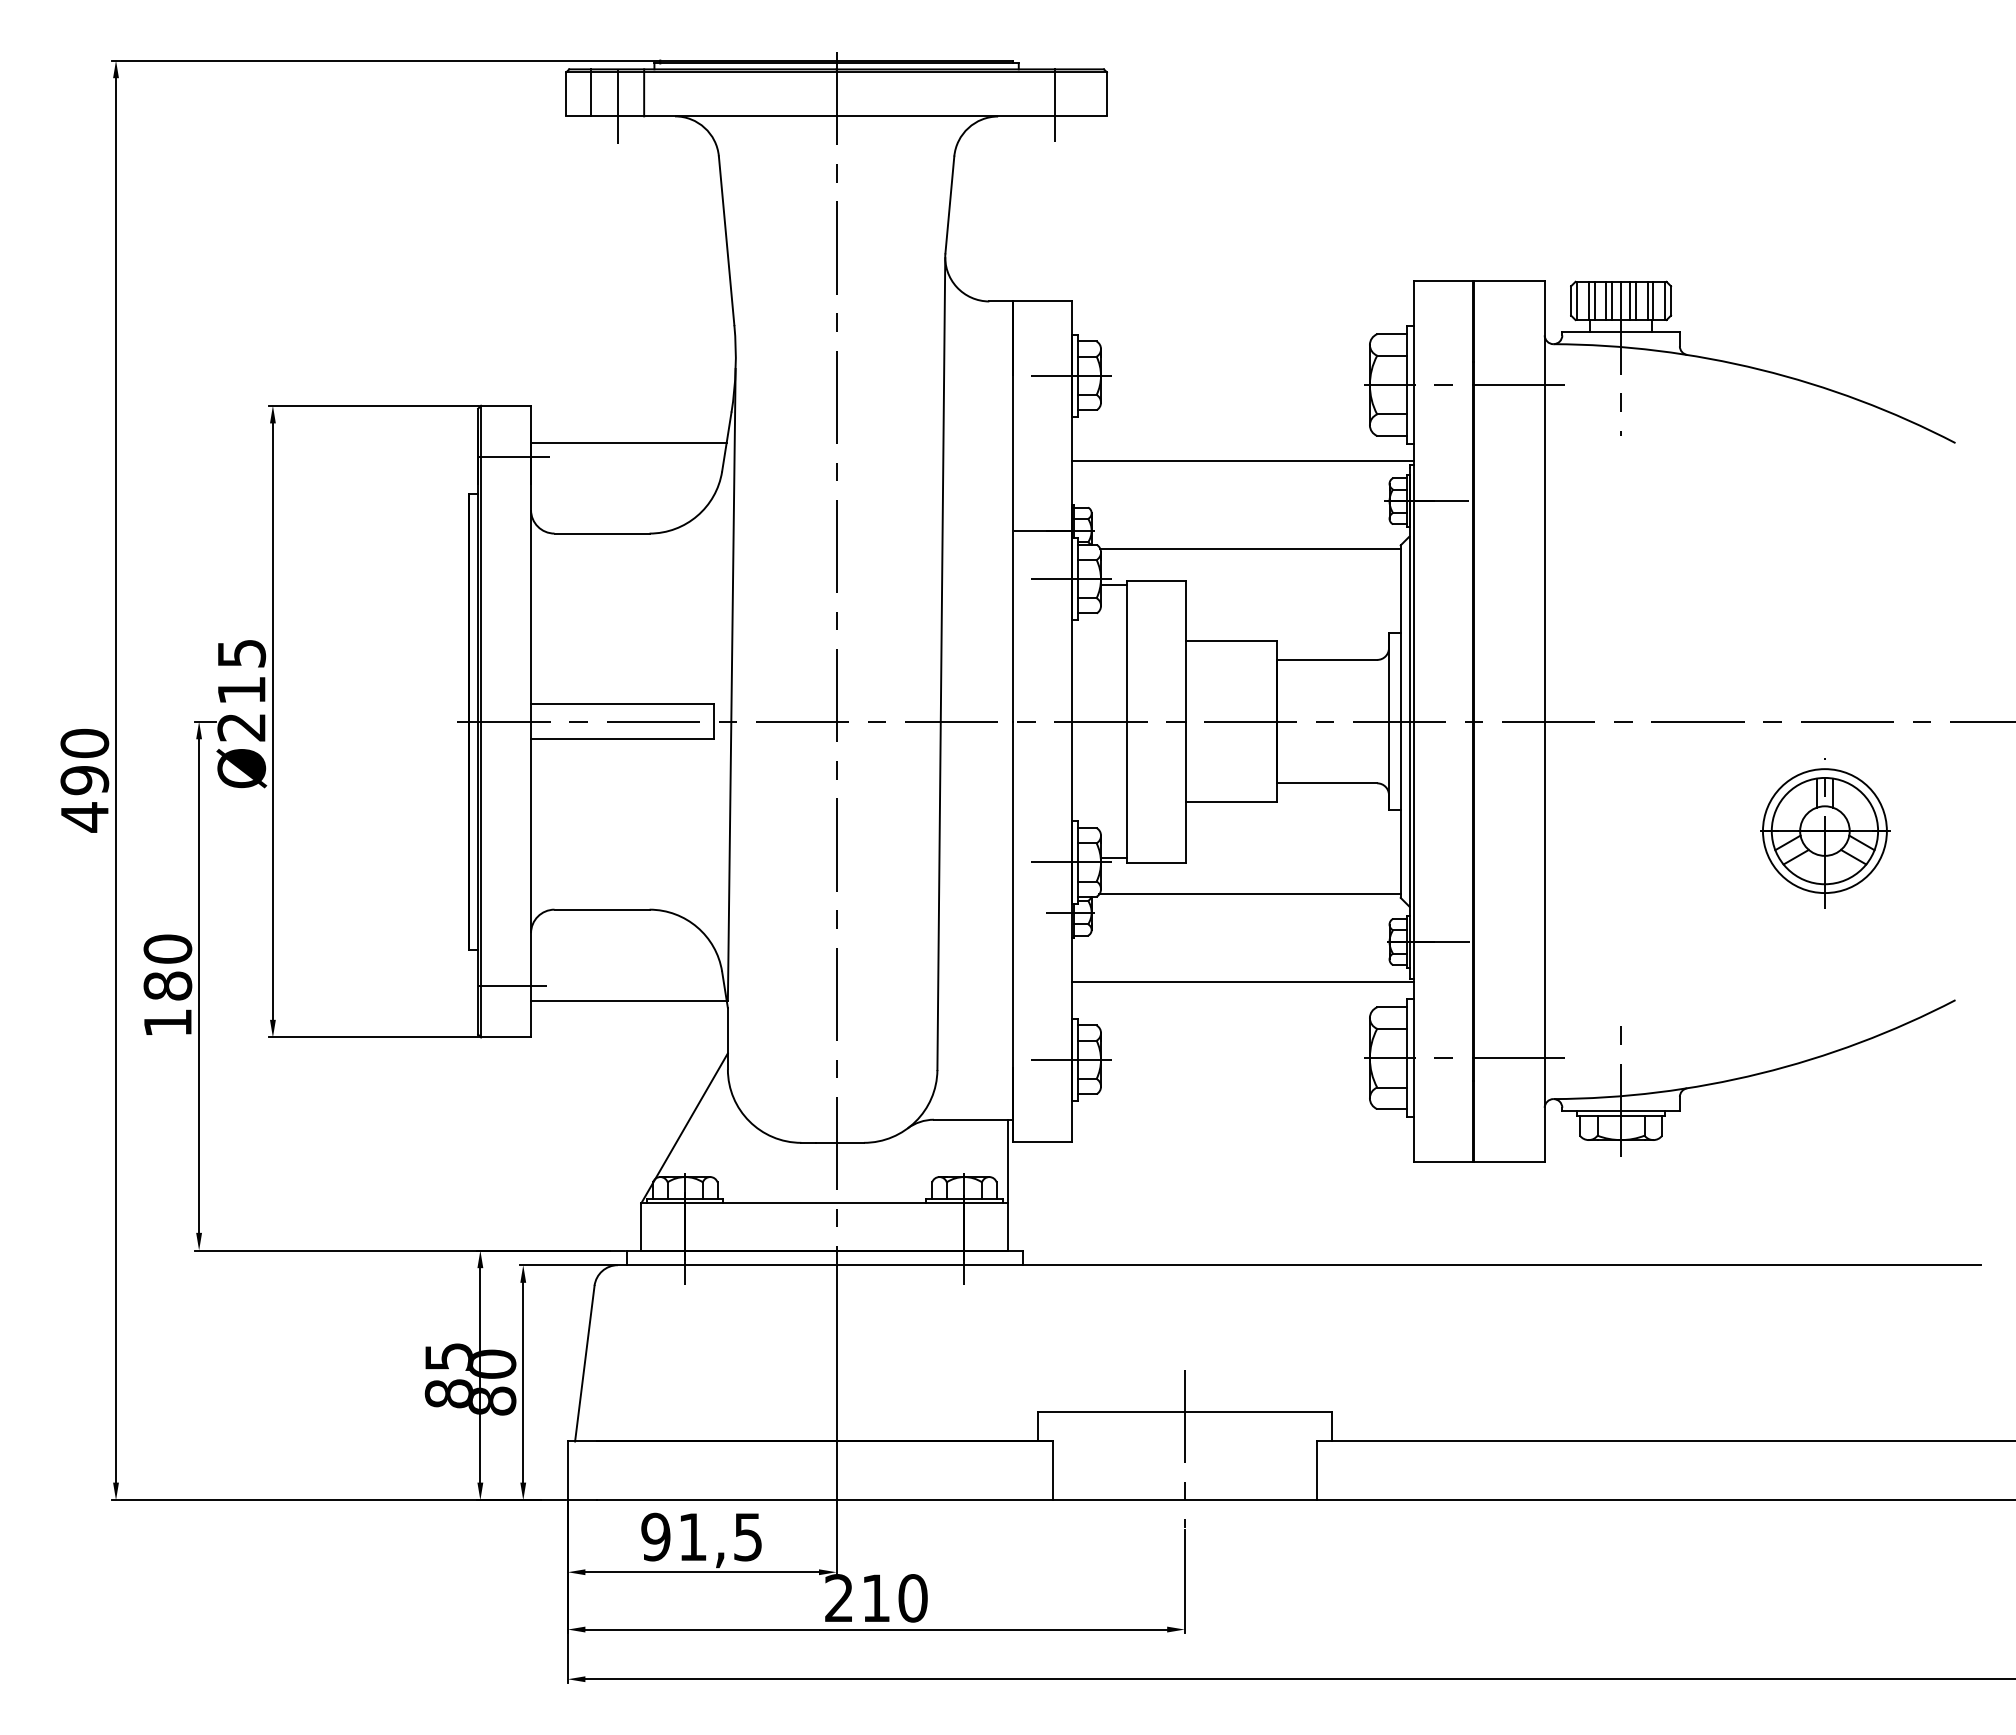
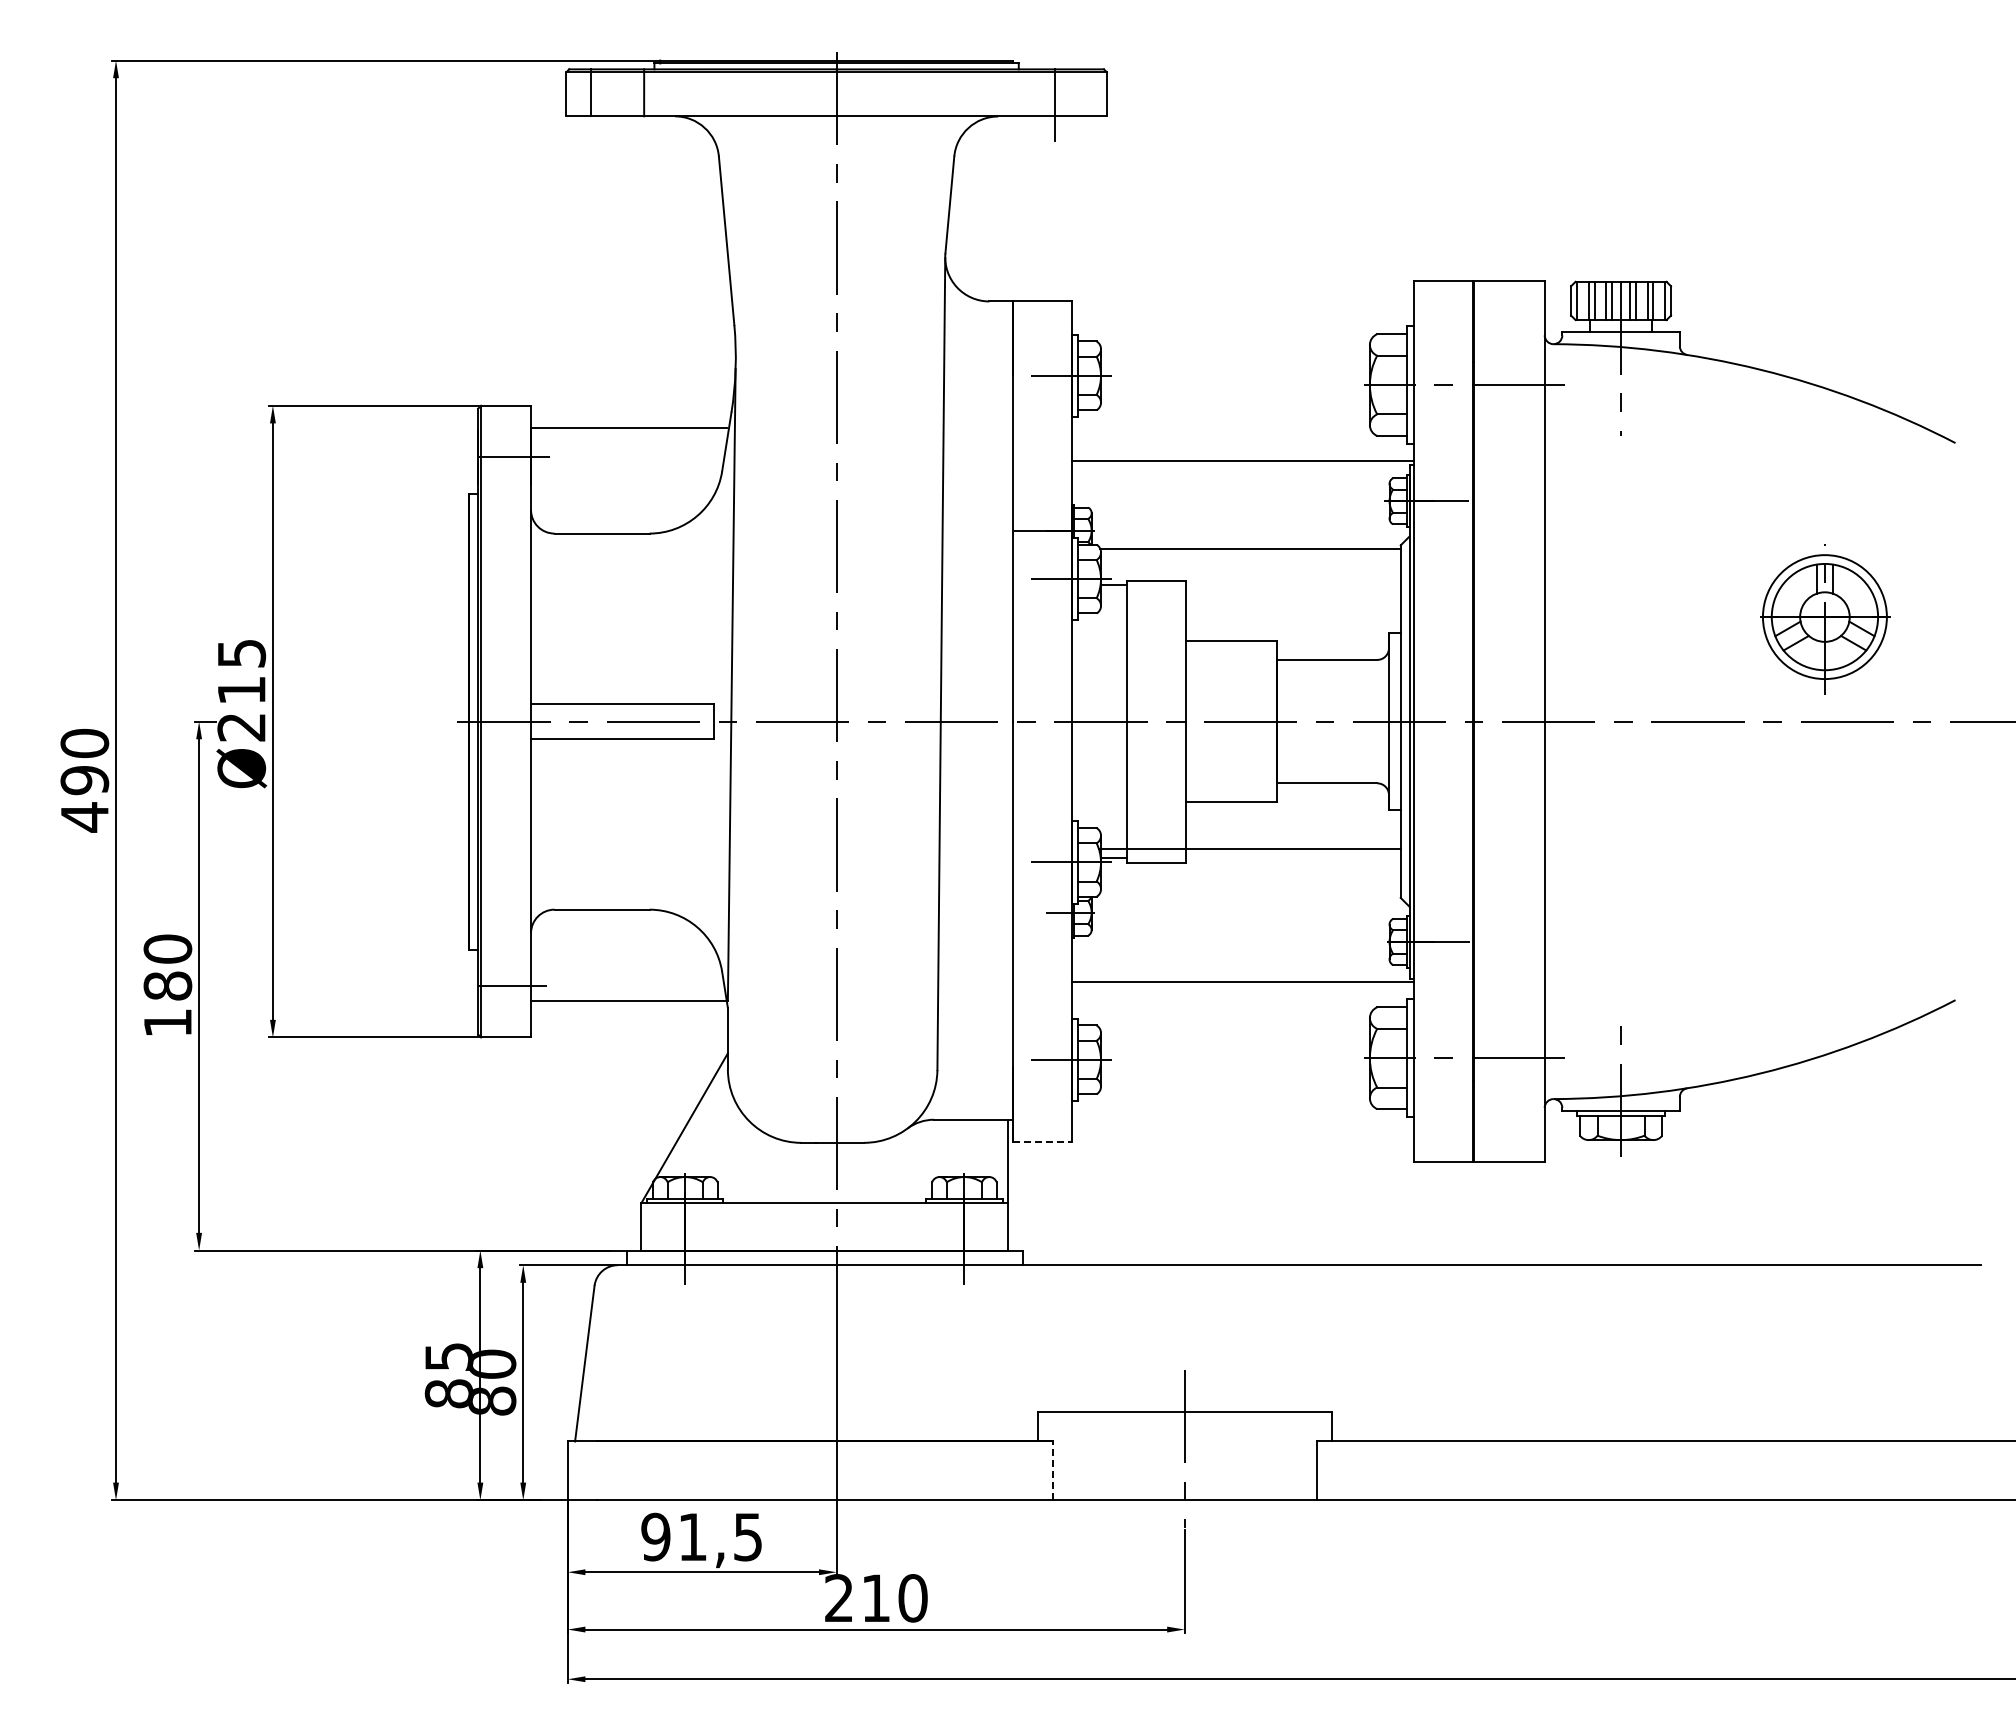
line at (617, 106): present -> none
line at (628, 442) position: (628, 442) -> (628, 427)
part at (1825, 833) position: (1825, 833) -> (1825, 619)
line at (1249, 894) position: (1249, 894) -> (1249, 849)
line at (1042, 1141): solid -> dashed
line at (1052, 1470): solid -> dashed
